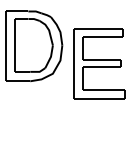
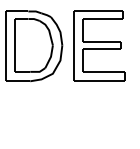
part at (99, 63) position: (99, 63) -> (99, 45)
